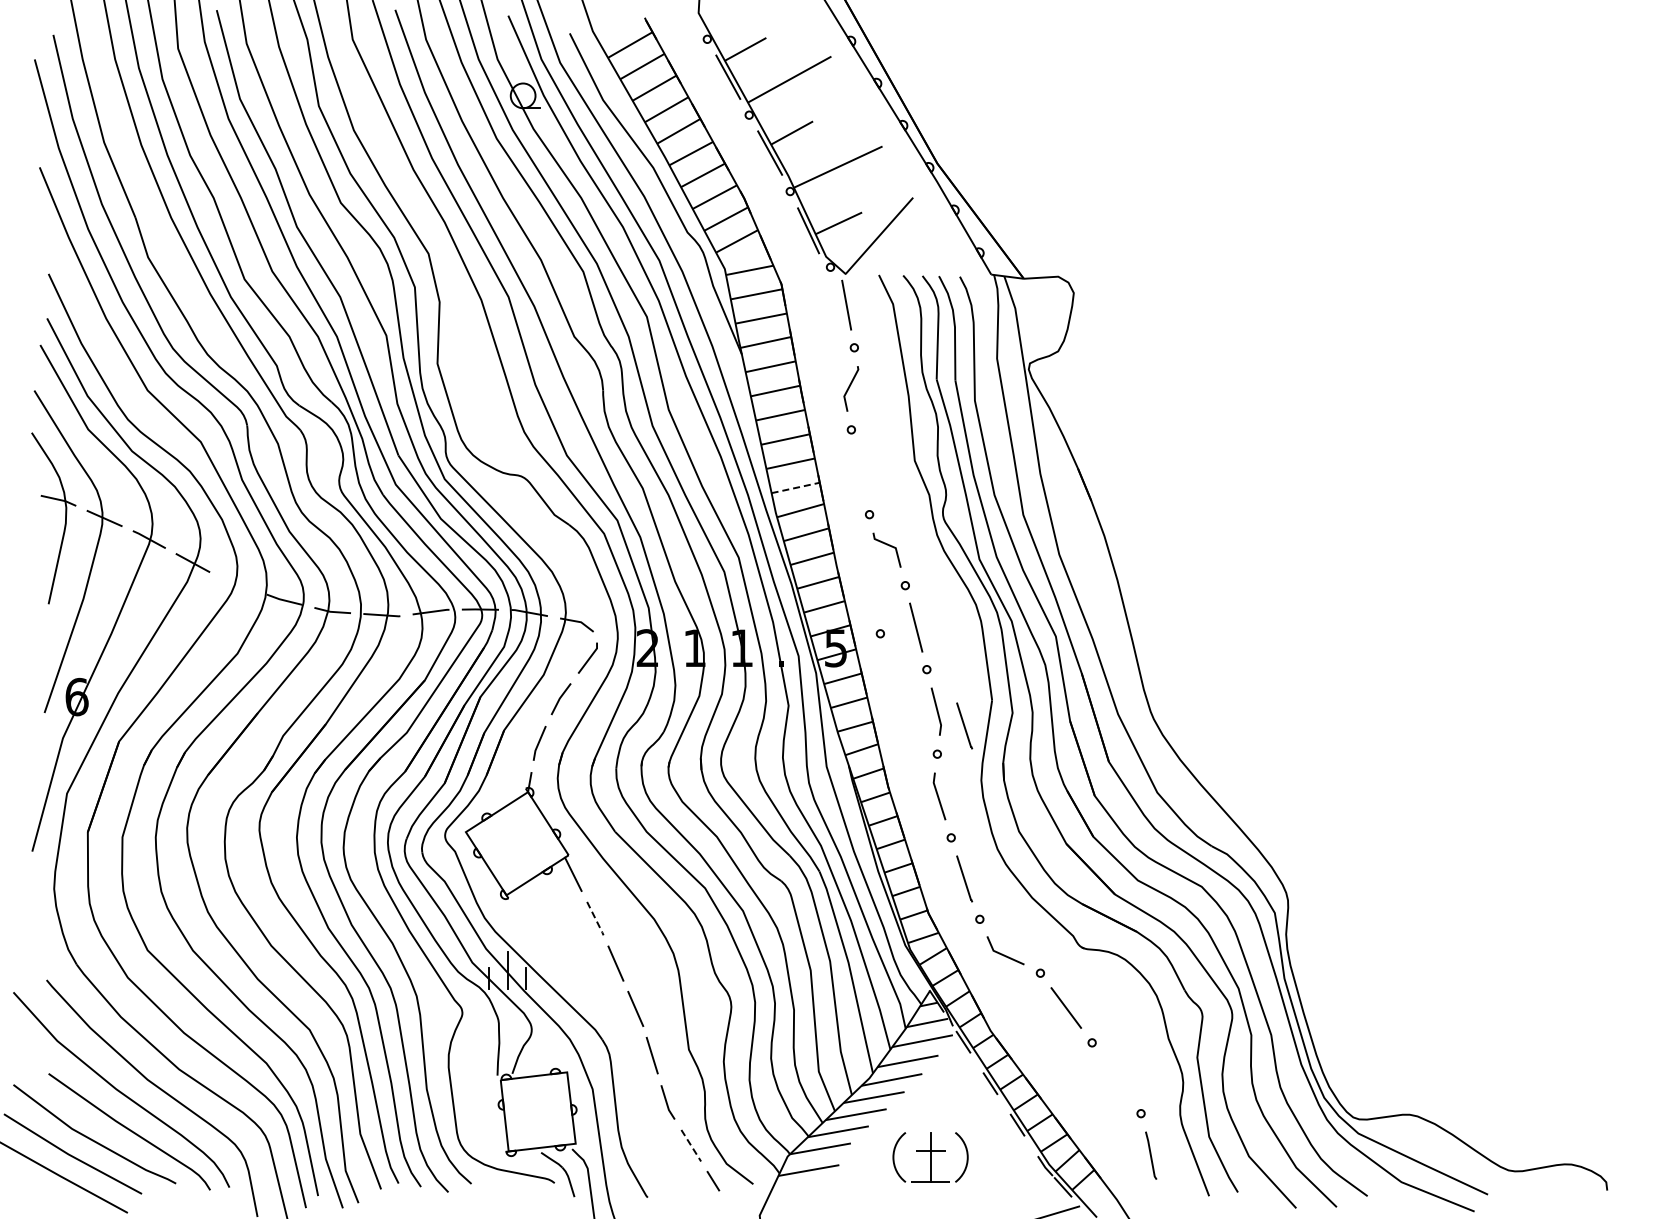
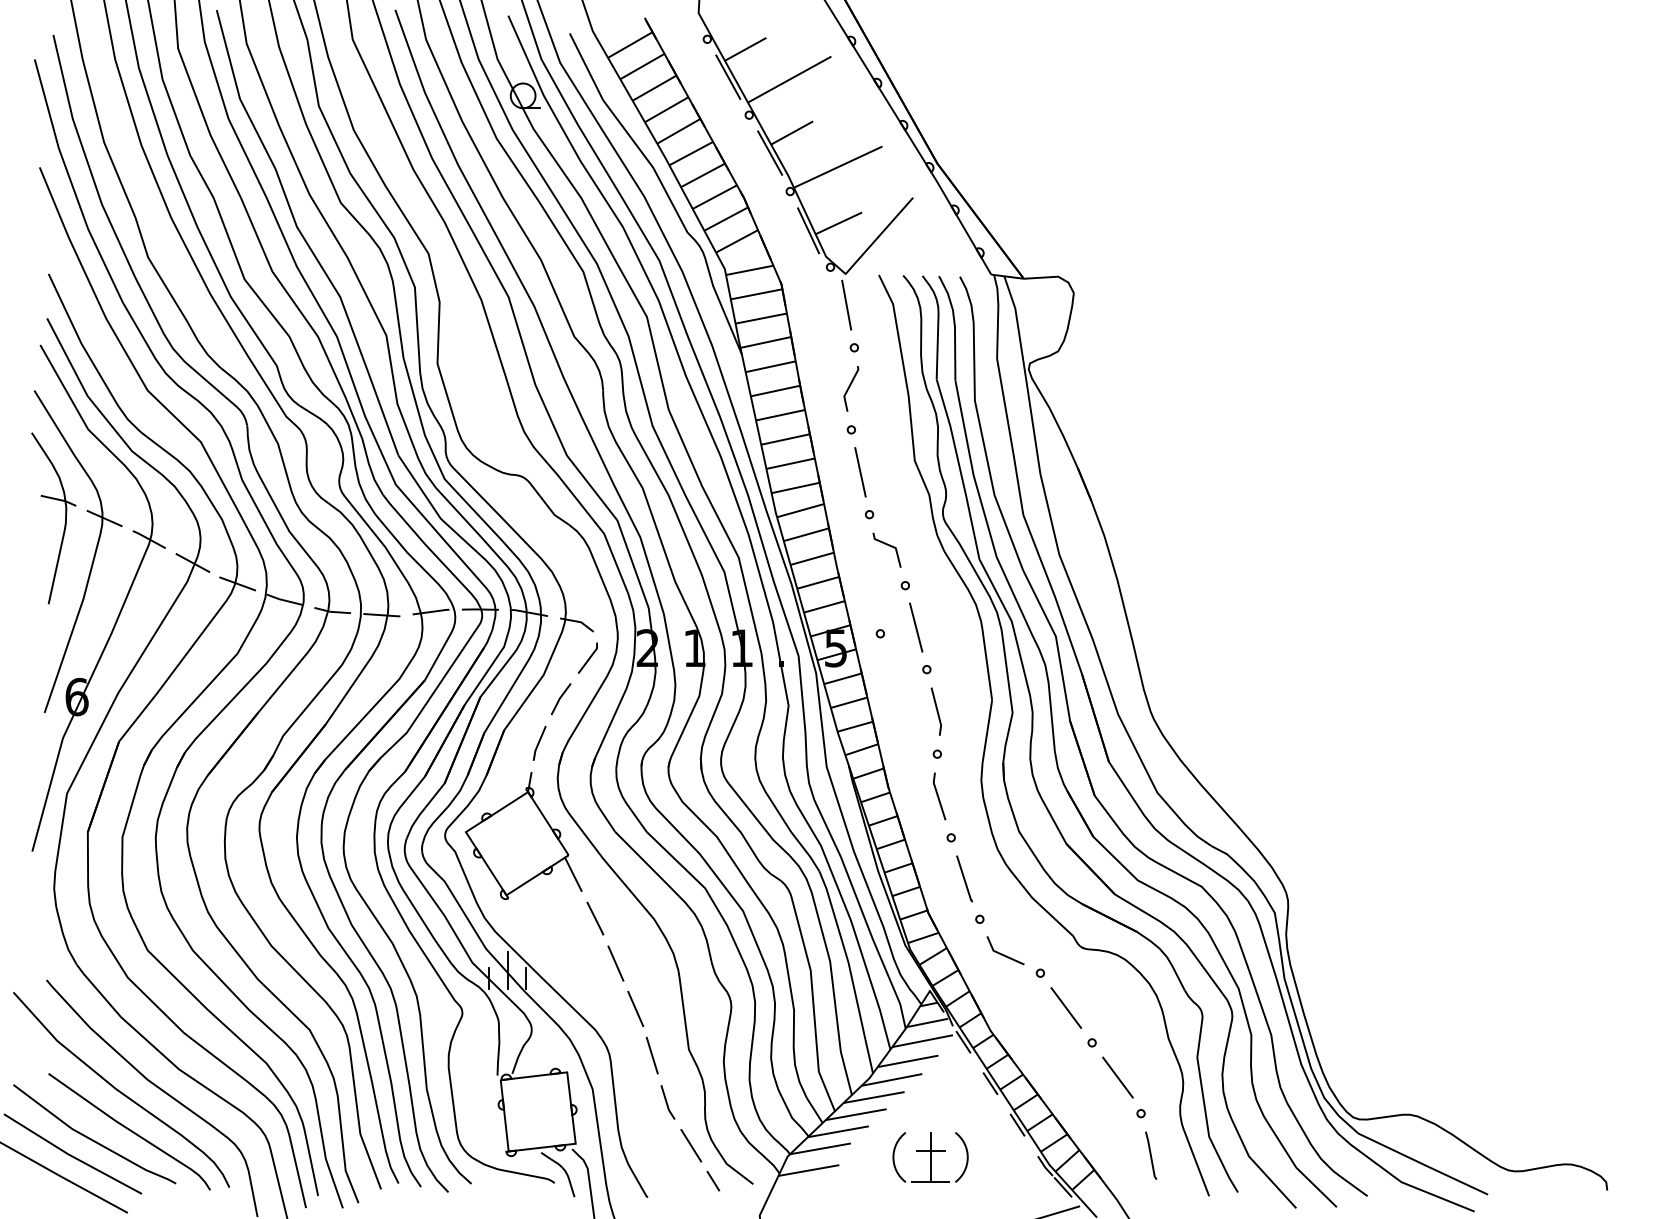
line at (860, 472): none -> present
line at (795, 487): dashed -> solid
line at (237, 583): none -> present
line at (964, 725): present -> none
line at (595, 919): dashed -> solid
line at (1117, 1077): none -> present
line at (691, 1145): dashed -> solid
